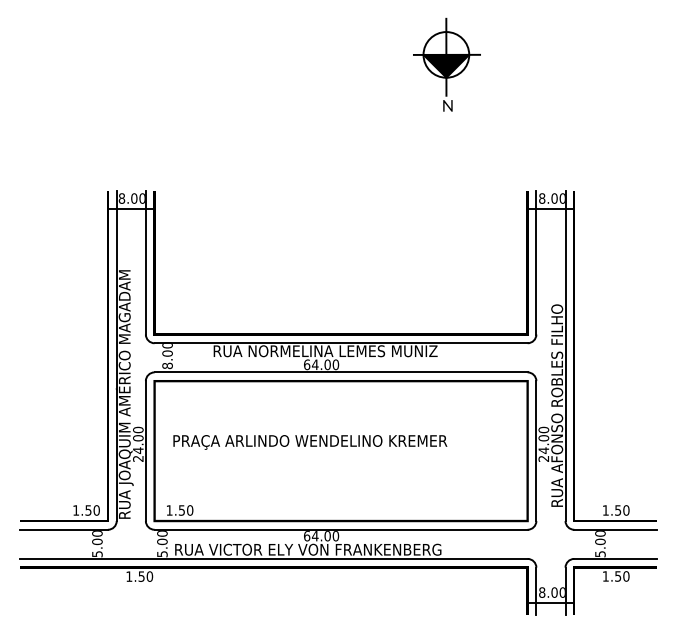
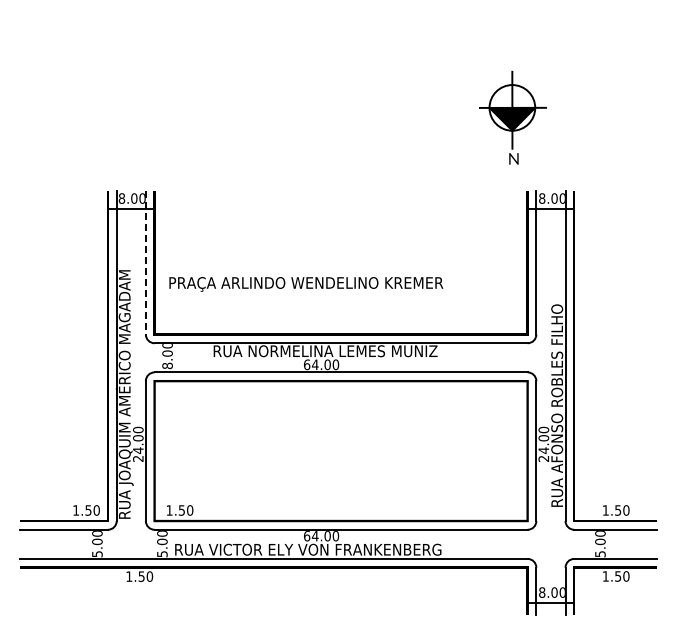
part at (446, 64) position: (446, 64) -> (512, 117)
line at (145, 262): solid -> dashed
text at (310, 442) position: (310, 442) -> (306, 284)
